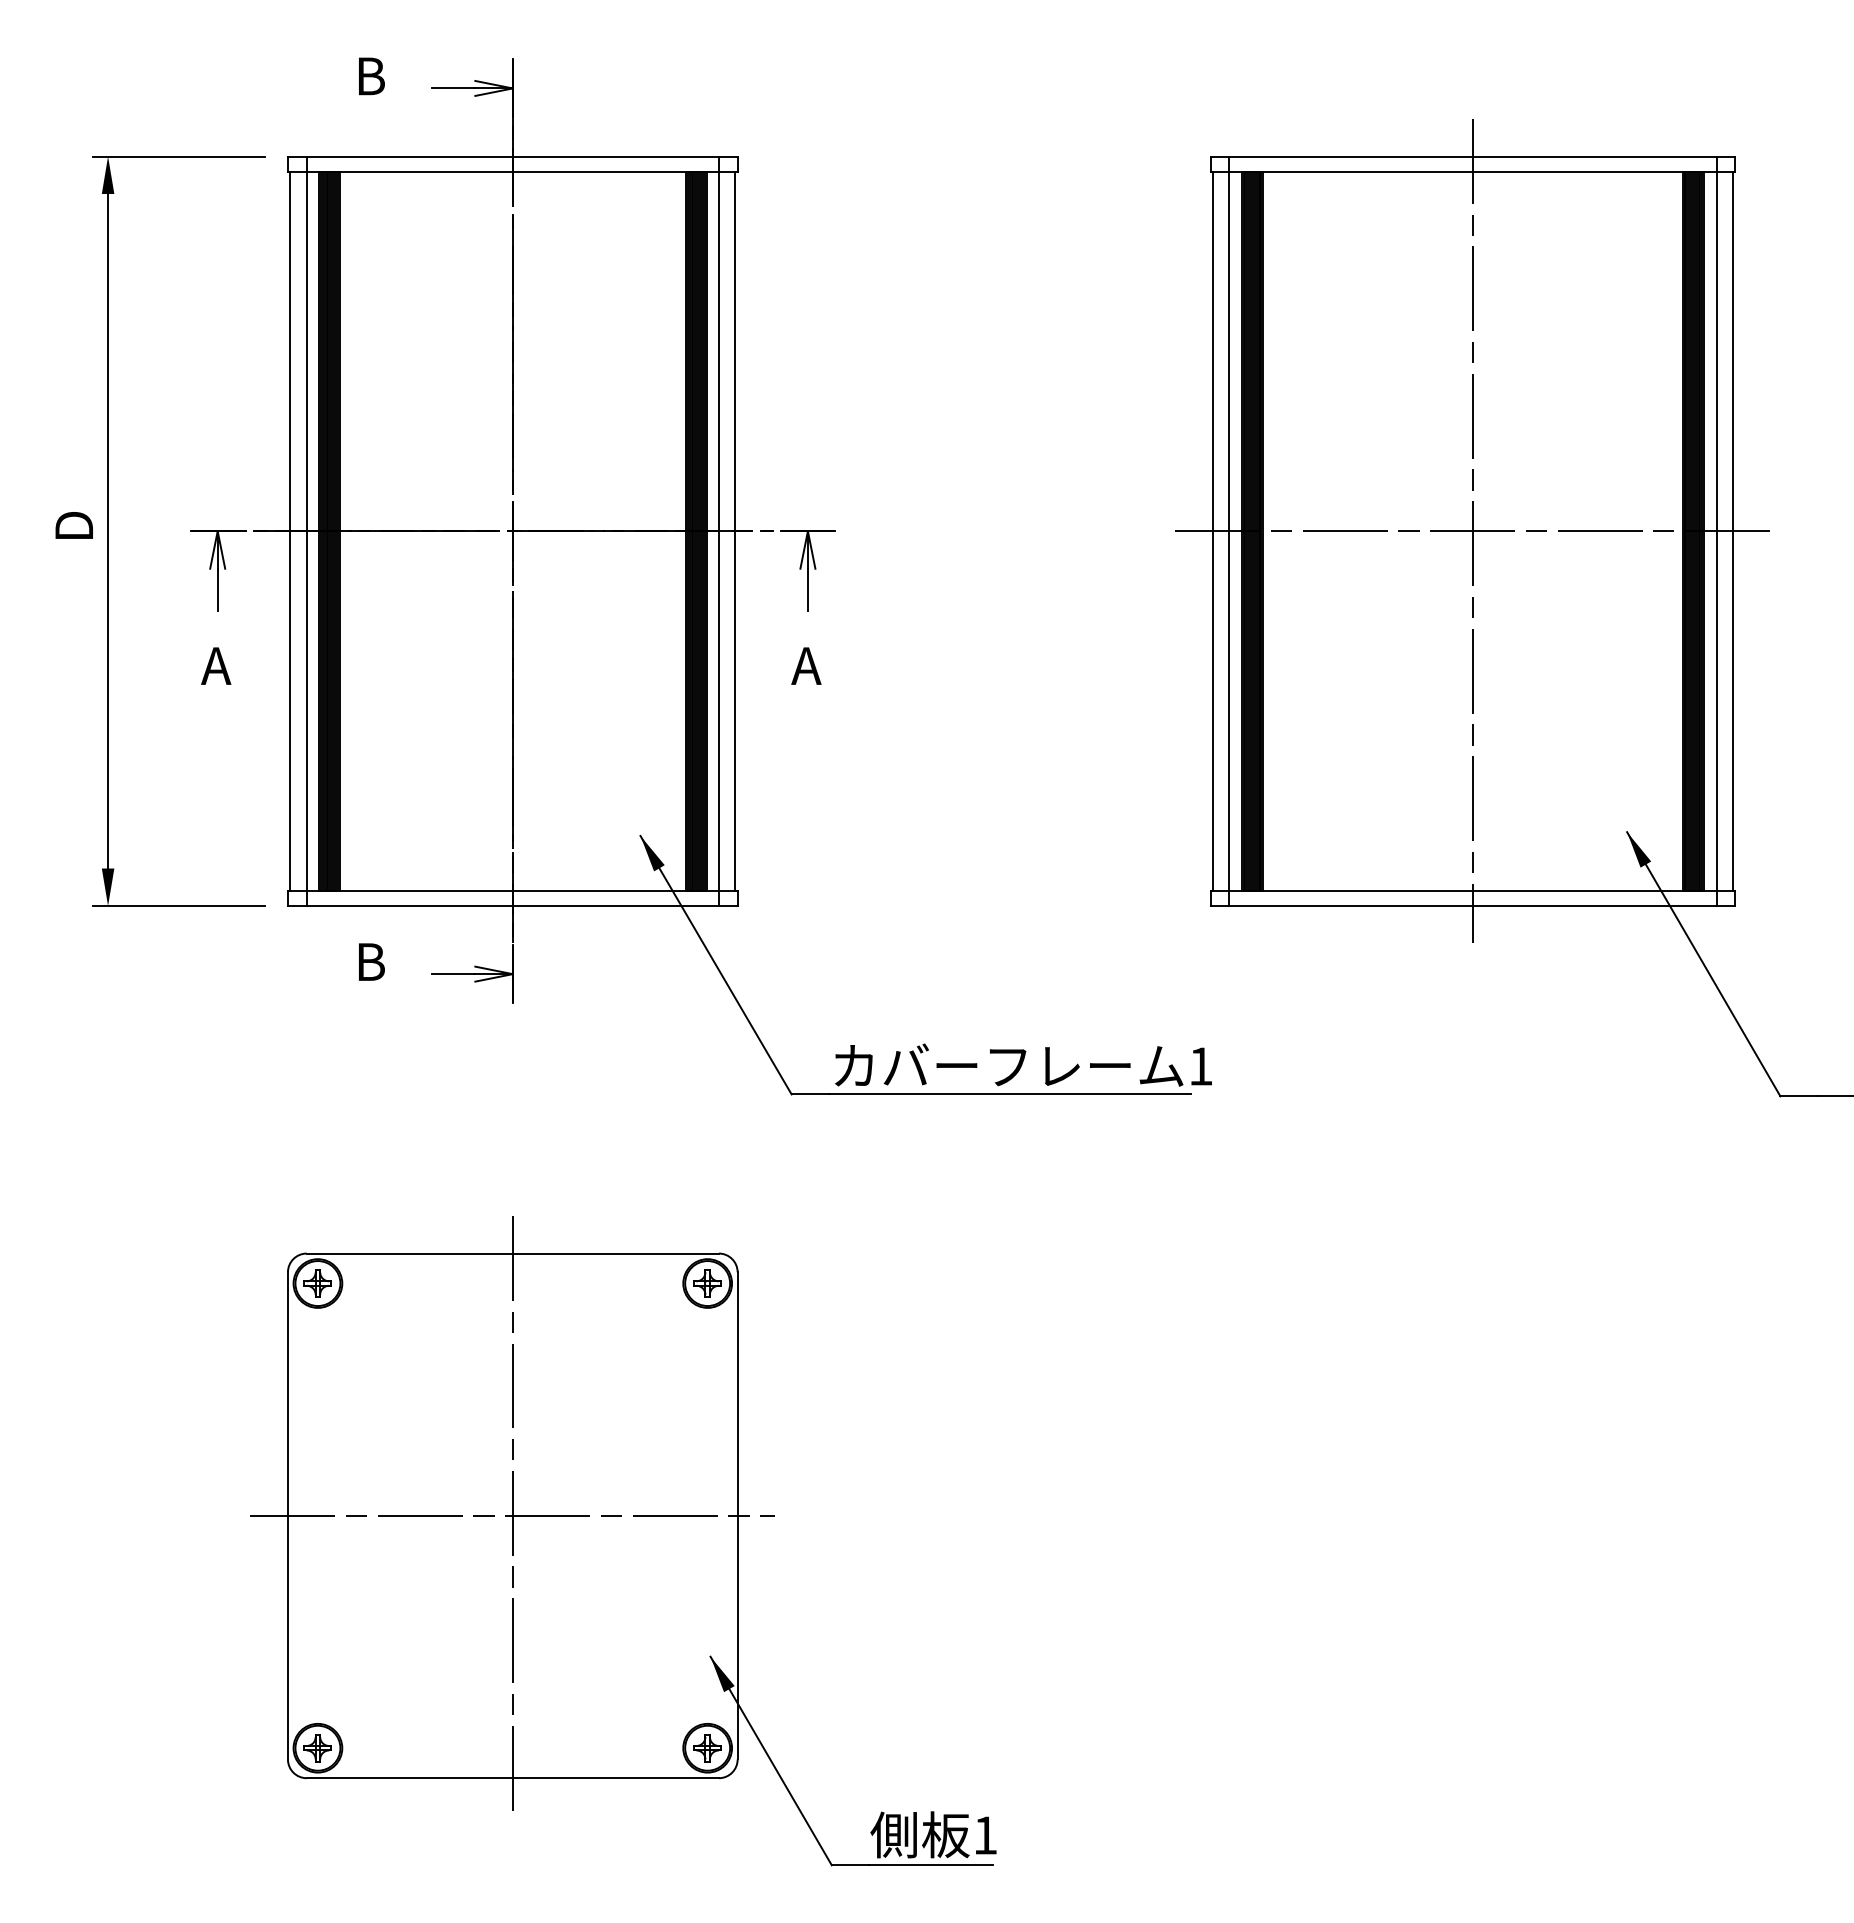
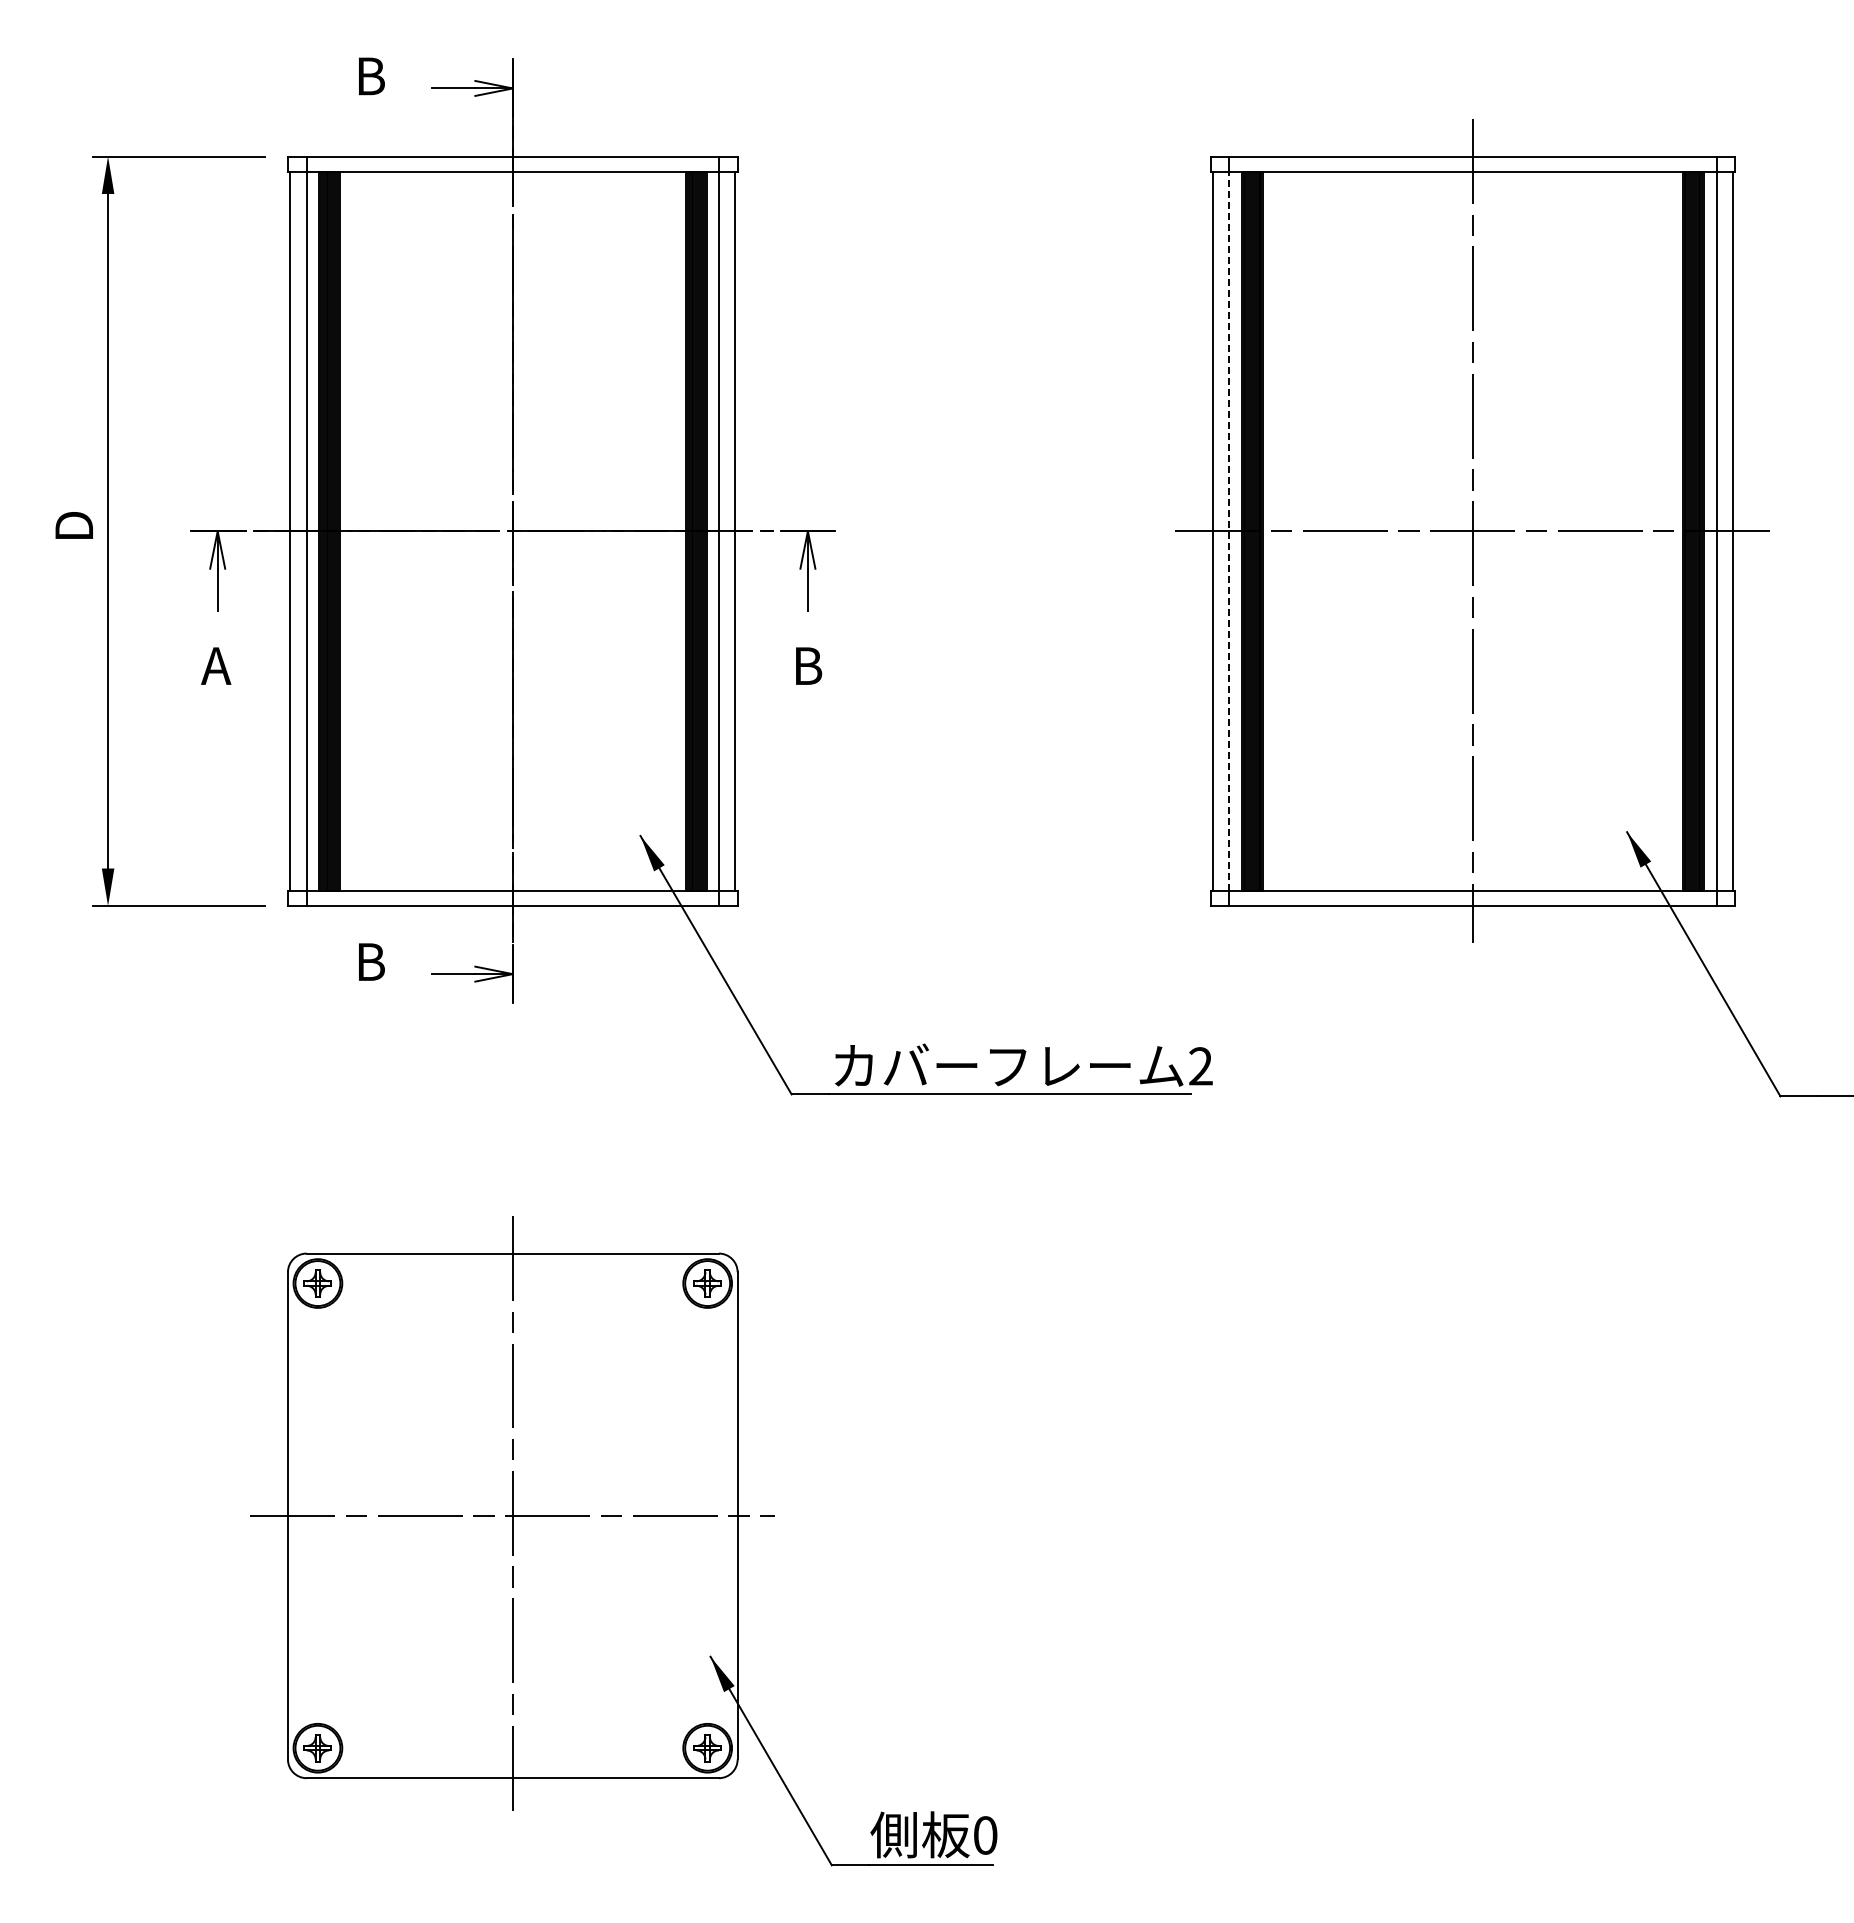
line at (1229, 531): solid -> dashed
text at (806, 665): A -> B
text at (1200, 1066): 1 -> 2
text at (985, 1835): 1 -> 0
